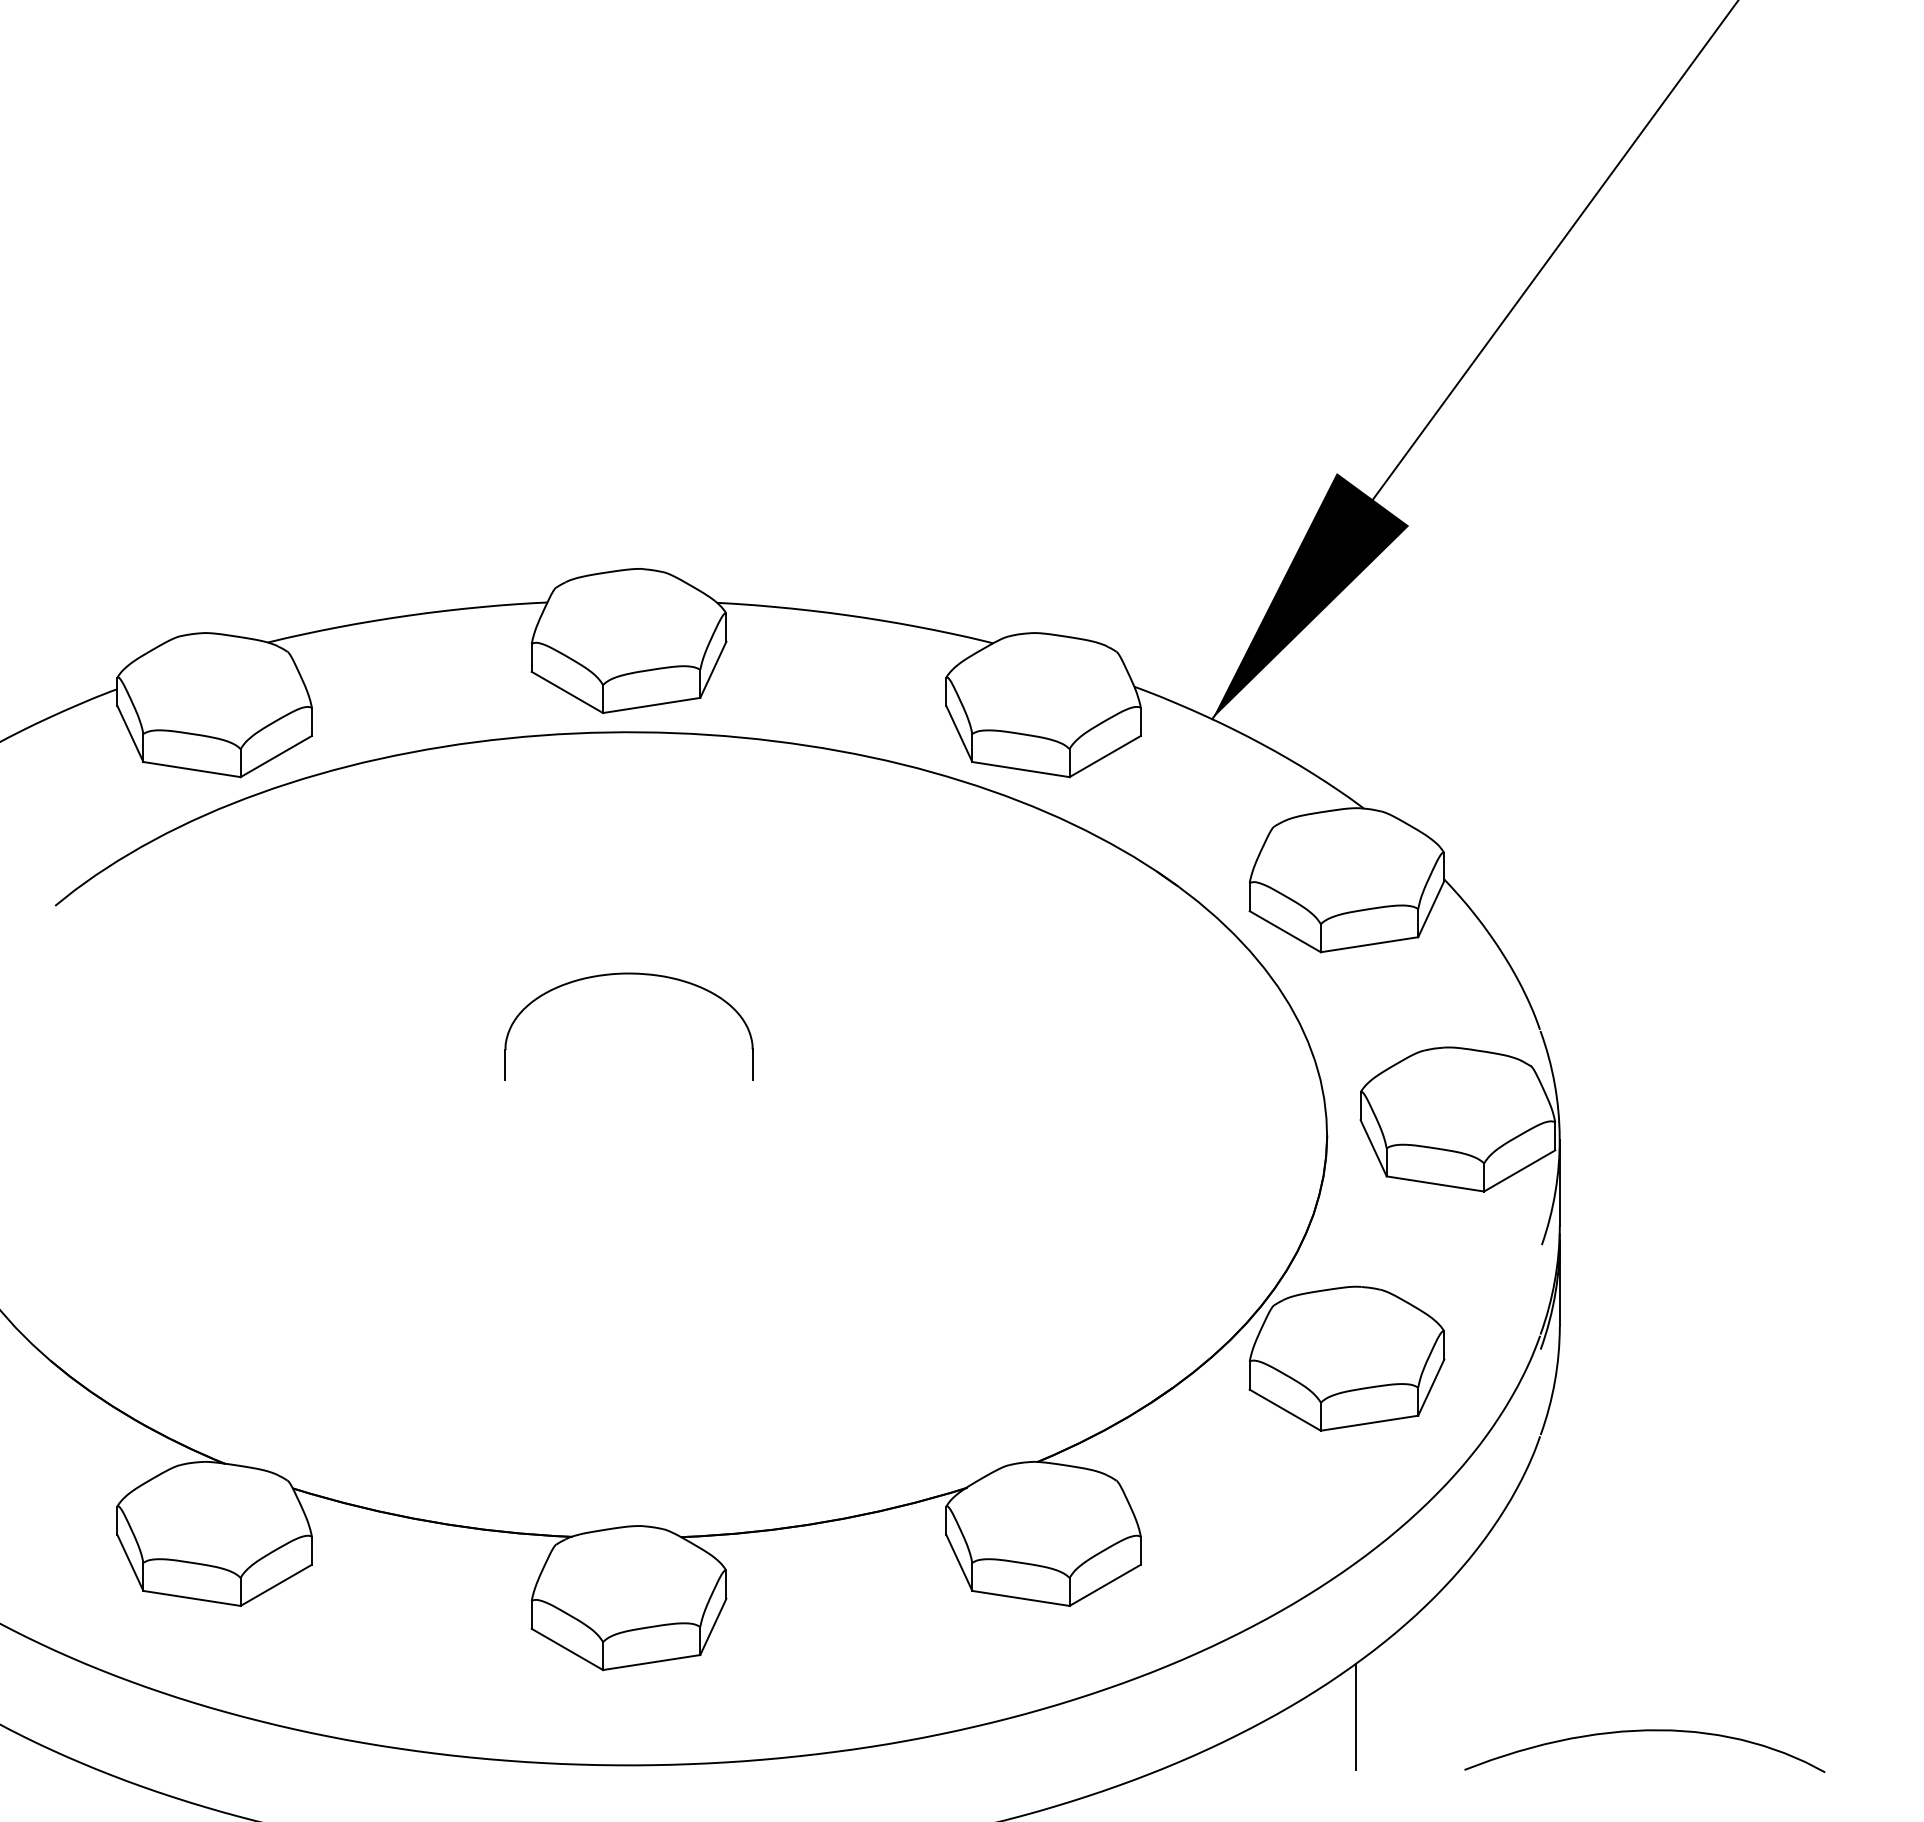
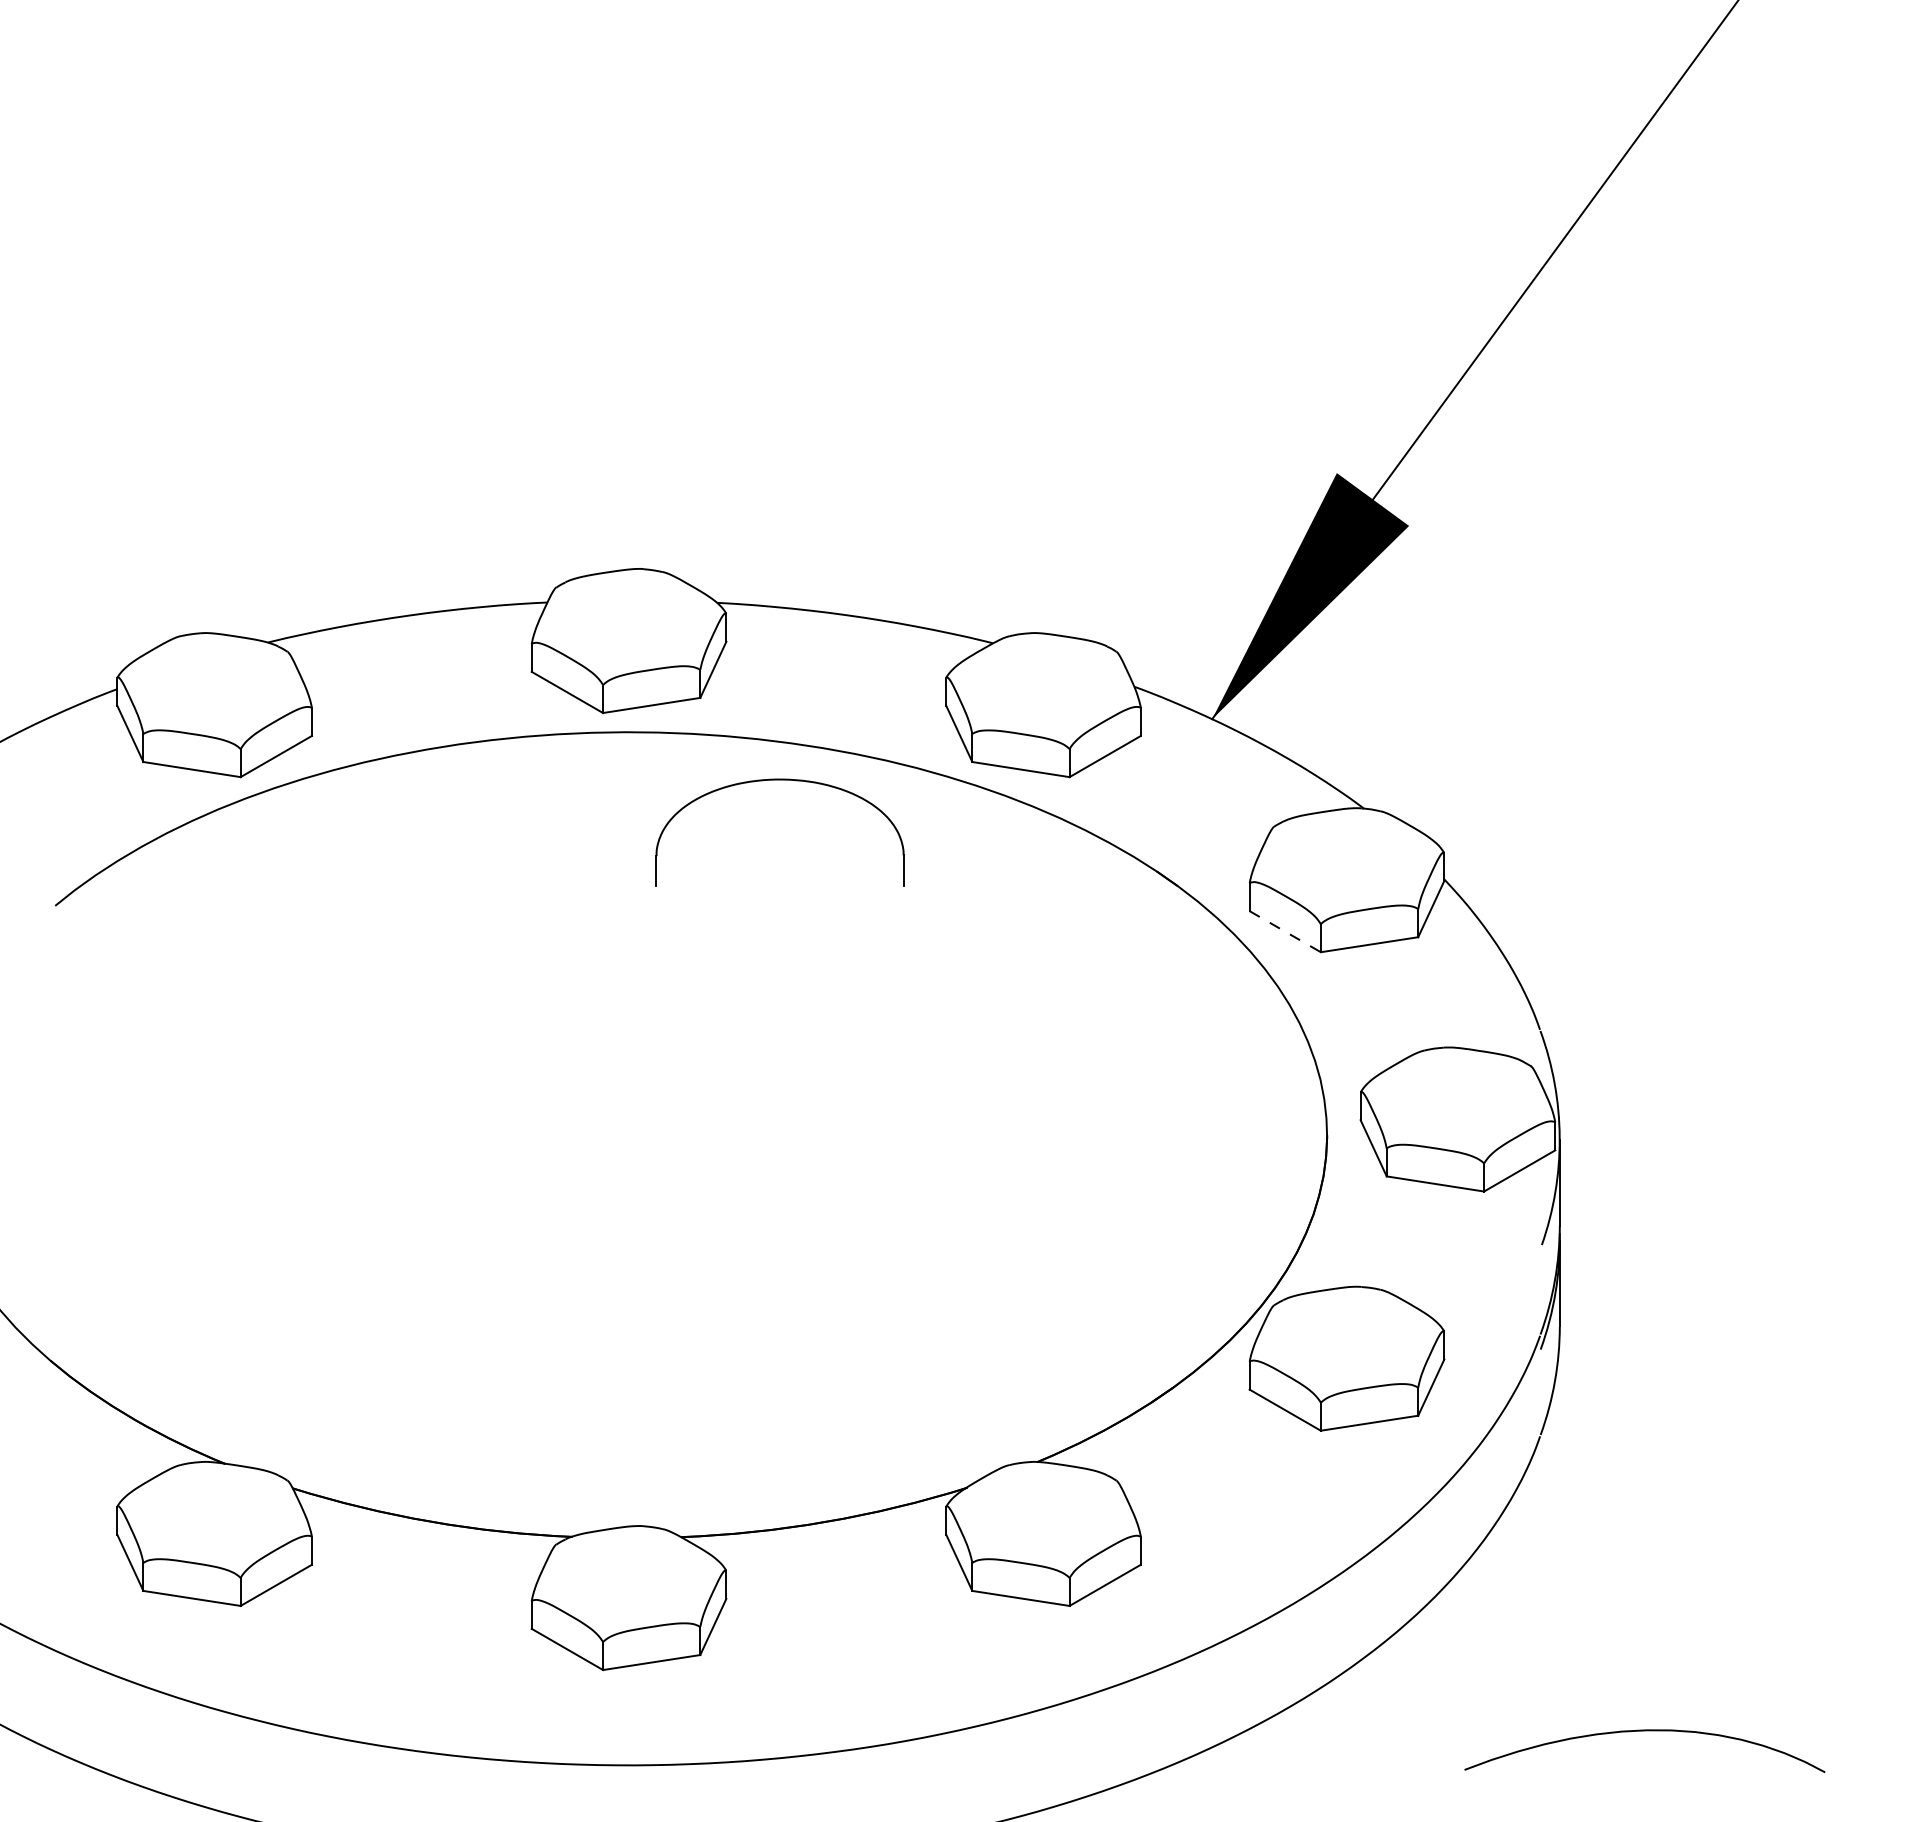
line at (1285, 931): solid -> dashed
part at (628, 974) position: (628, 974) -> (779, 780)
line at (1356, 1716): present -> none
